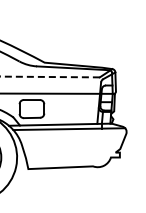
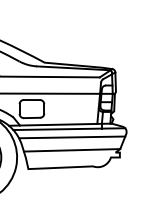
line at (49, 77): dashed -> solid
line at (72, 137): none -> present
line at (71, 150): none -> present
